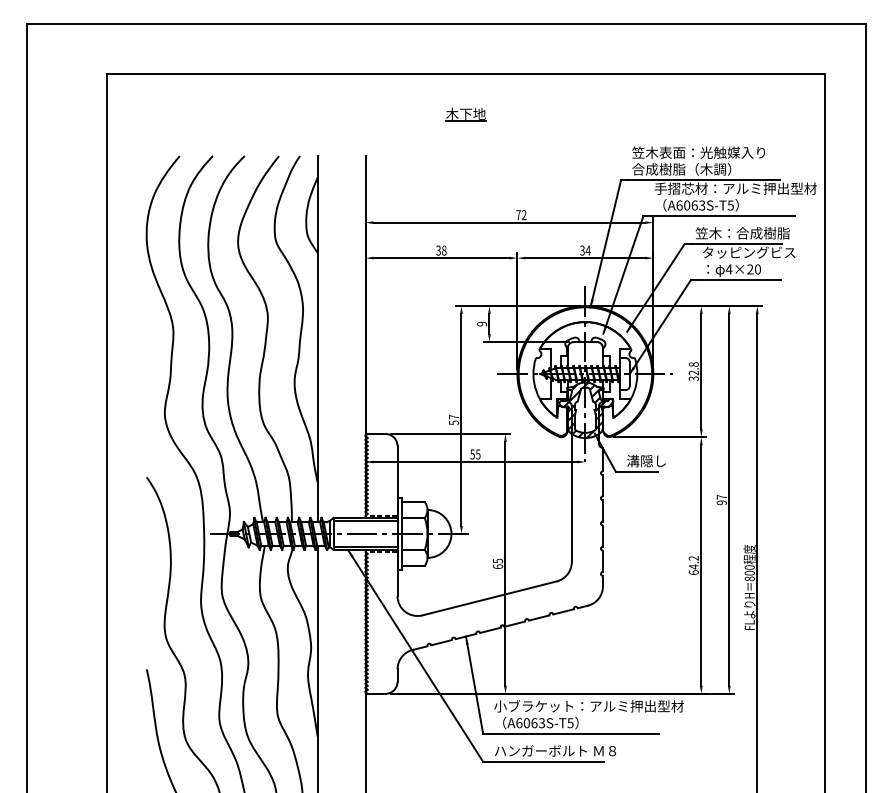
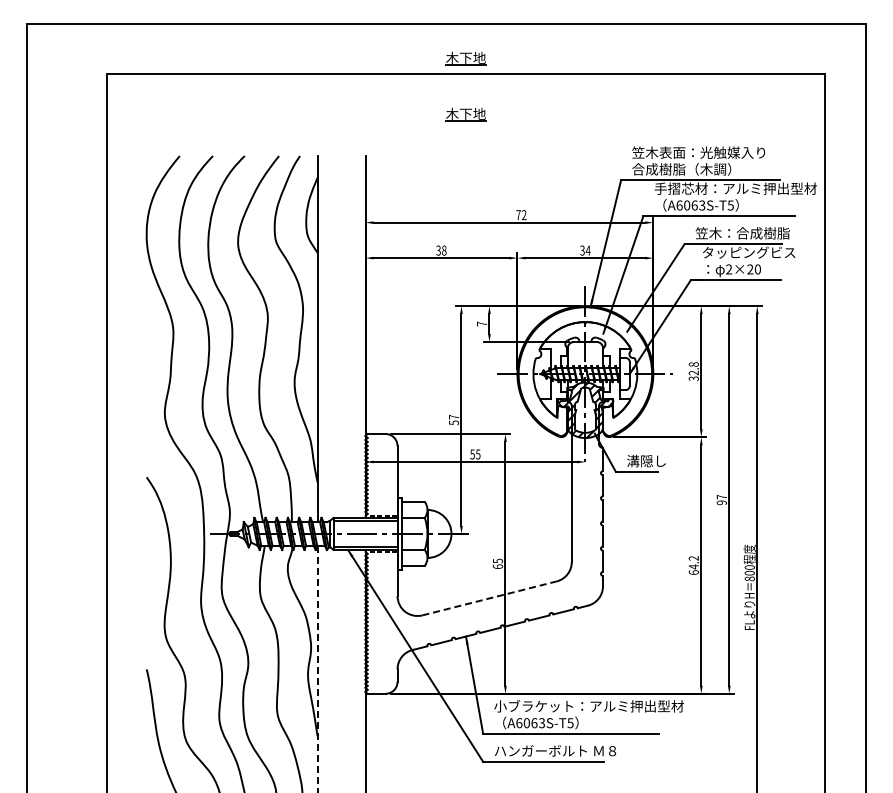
part at (465, 58): none -> present
text at (728, 269): 4×20 -> 2×20
text at (481, 323): 9 -> 7
line at (490, 598): solid -> dashed
line at (317, 669): solid -> dashed
